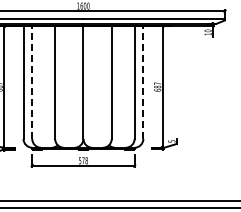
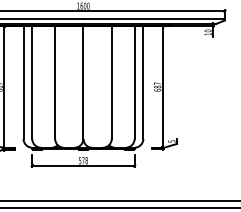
line at (32, 82): dashed -> solid
line at (143, 82): dashed -> solid
